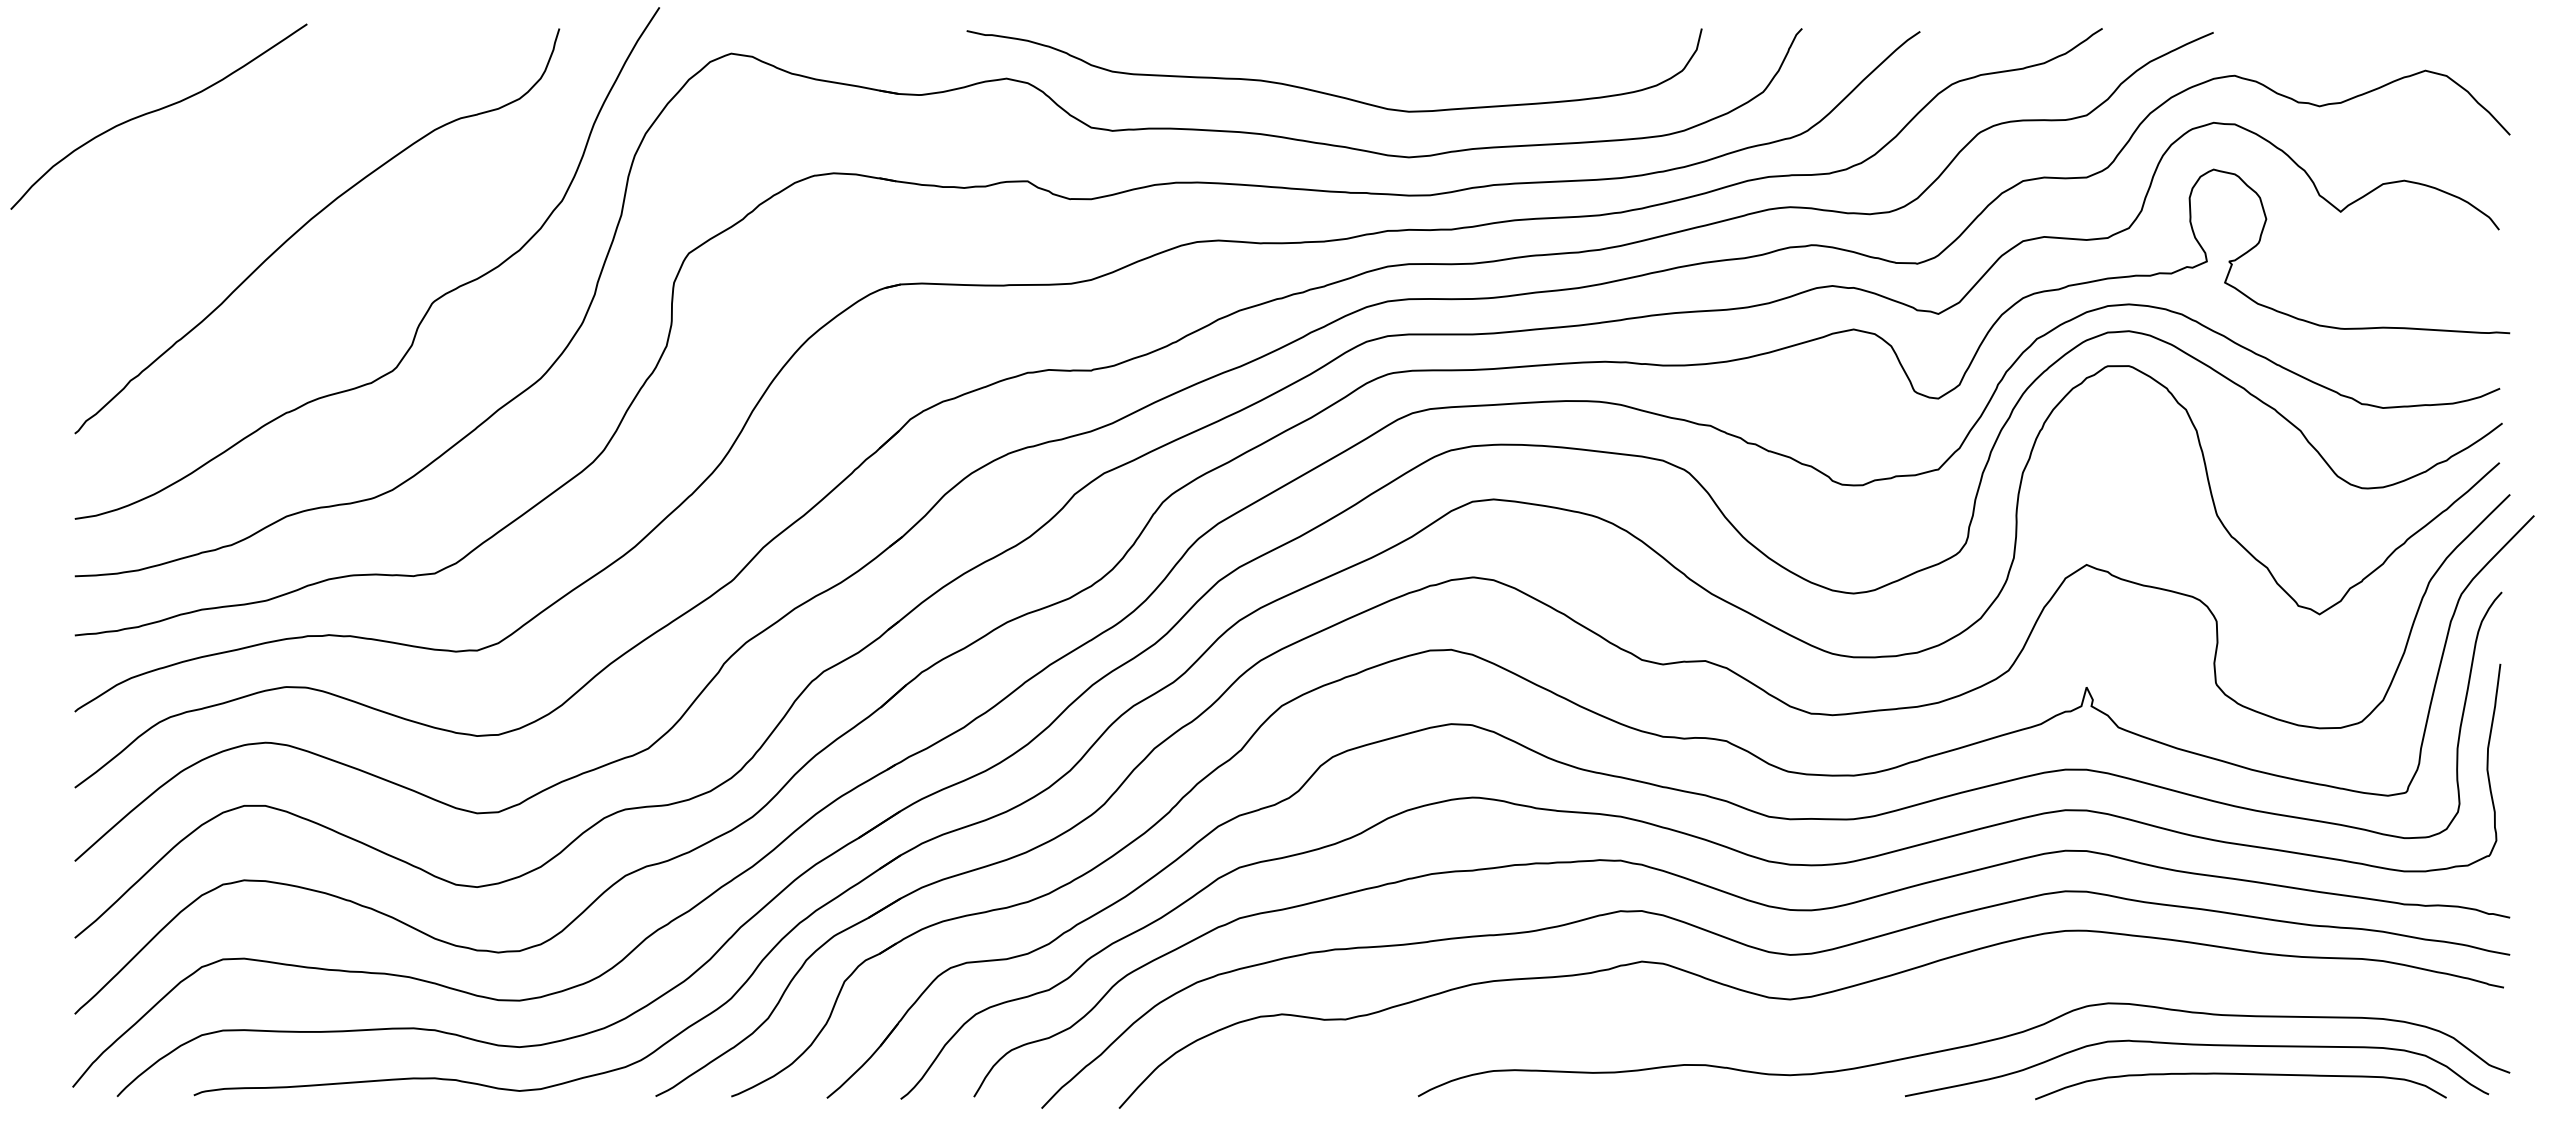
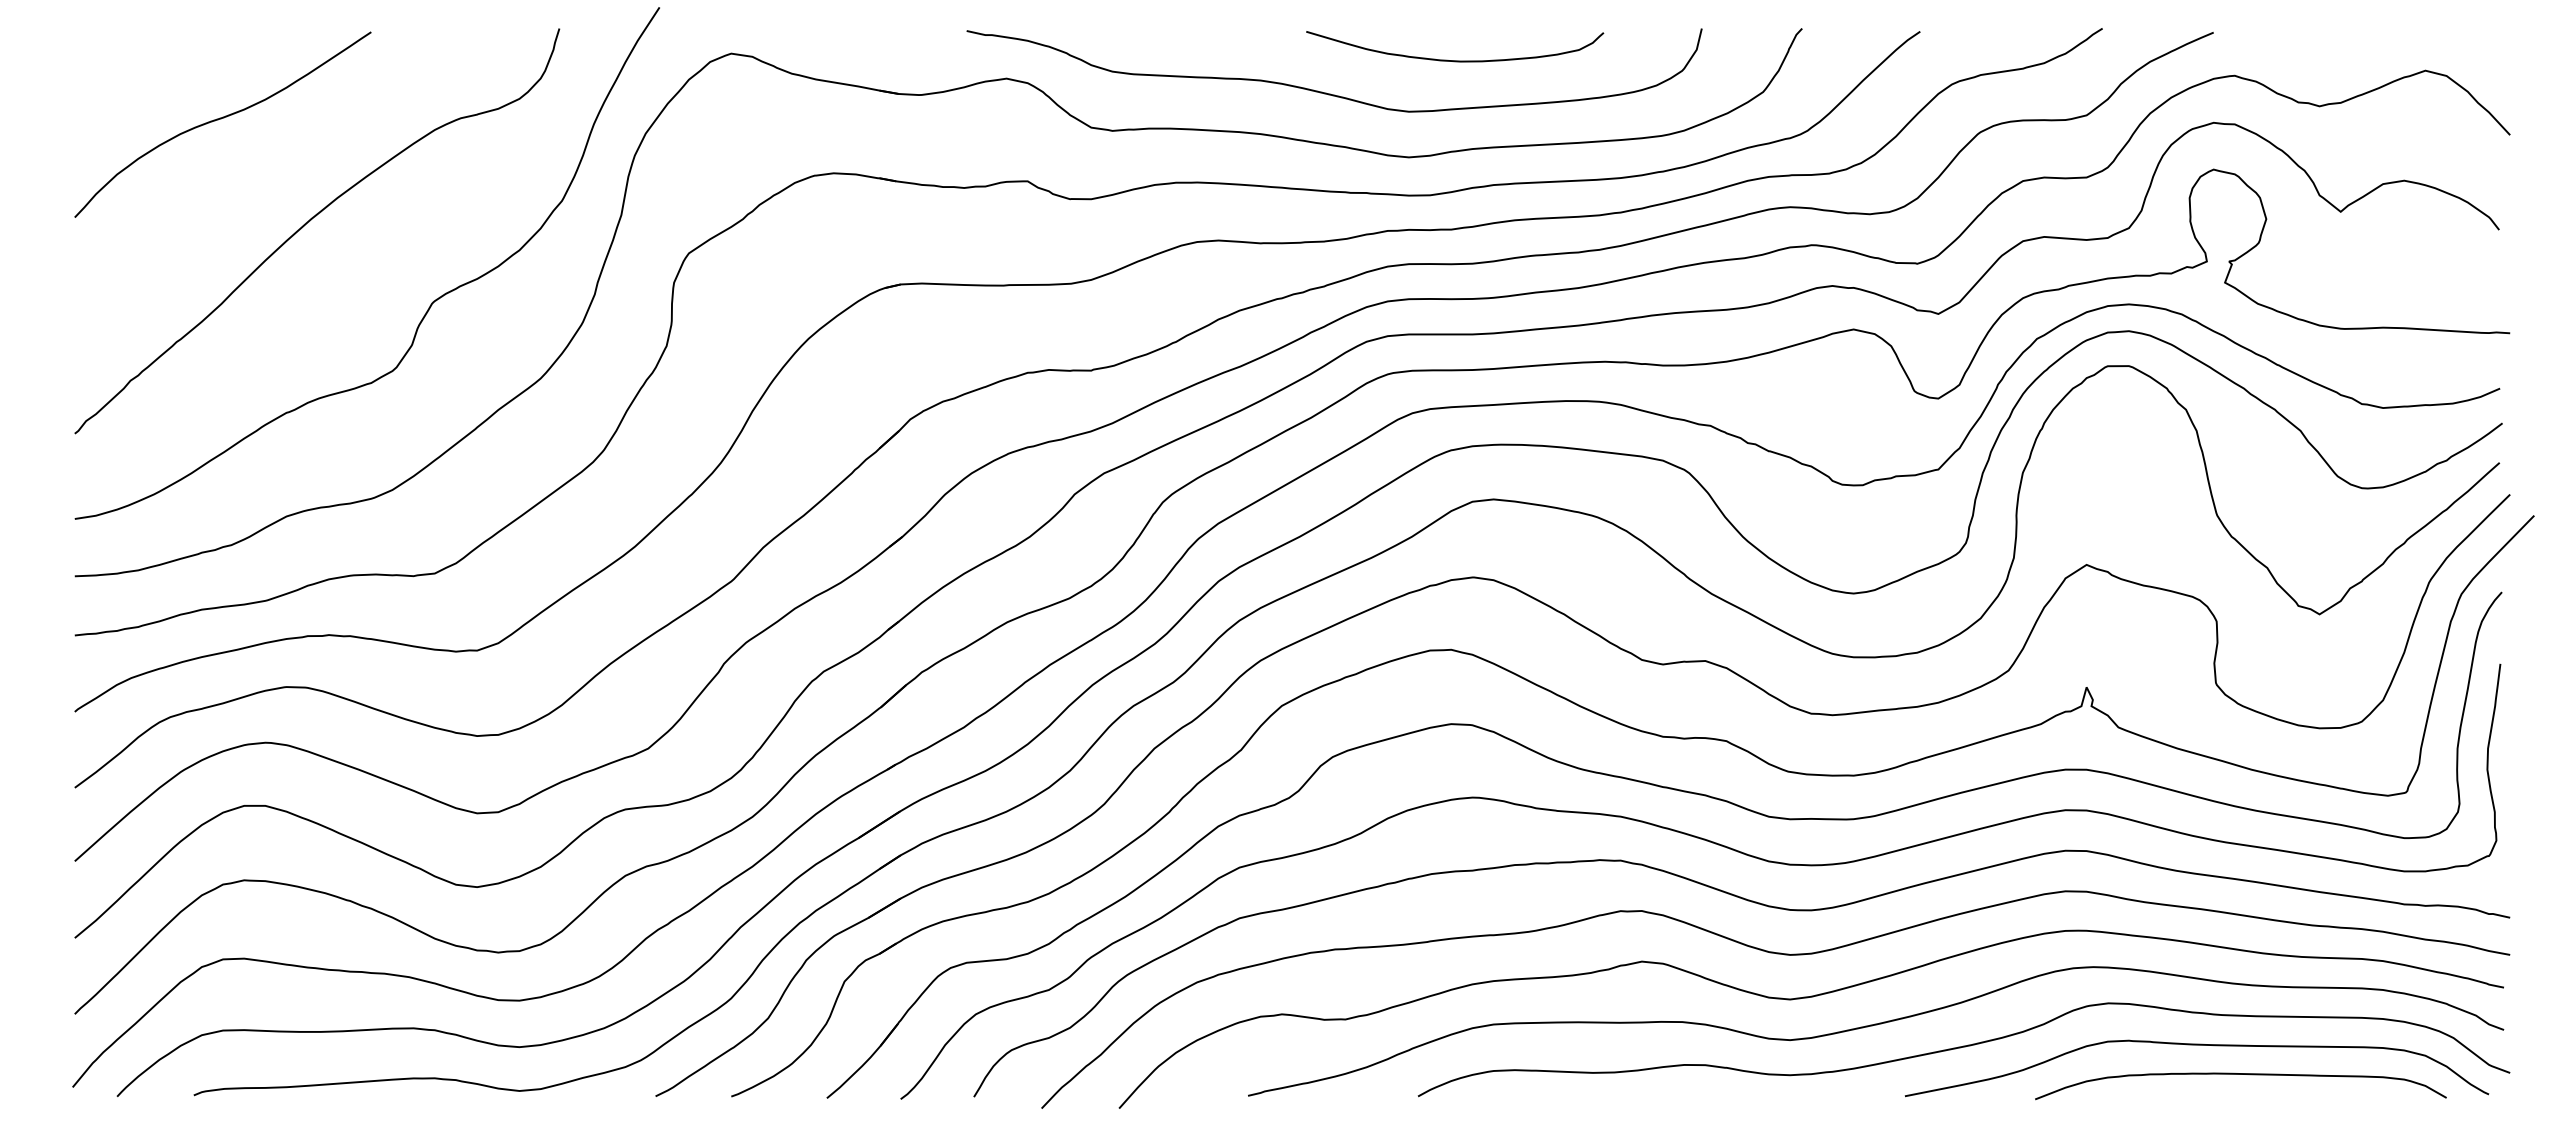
curve at (1455, 60): none -> present
curve at (157, 111) position: (157, 111) -> (221, 119)
curve at (1876, 1025): none -> present
